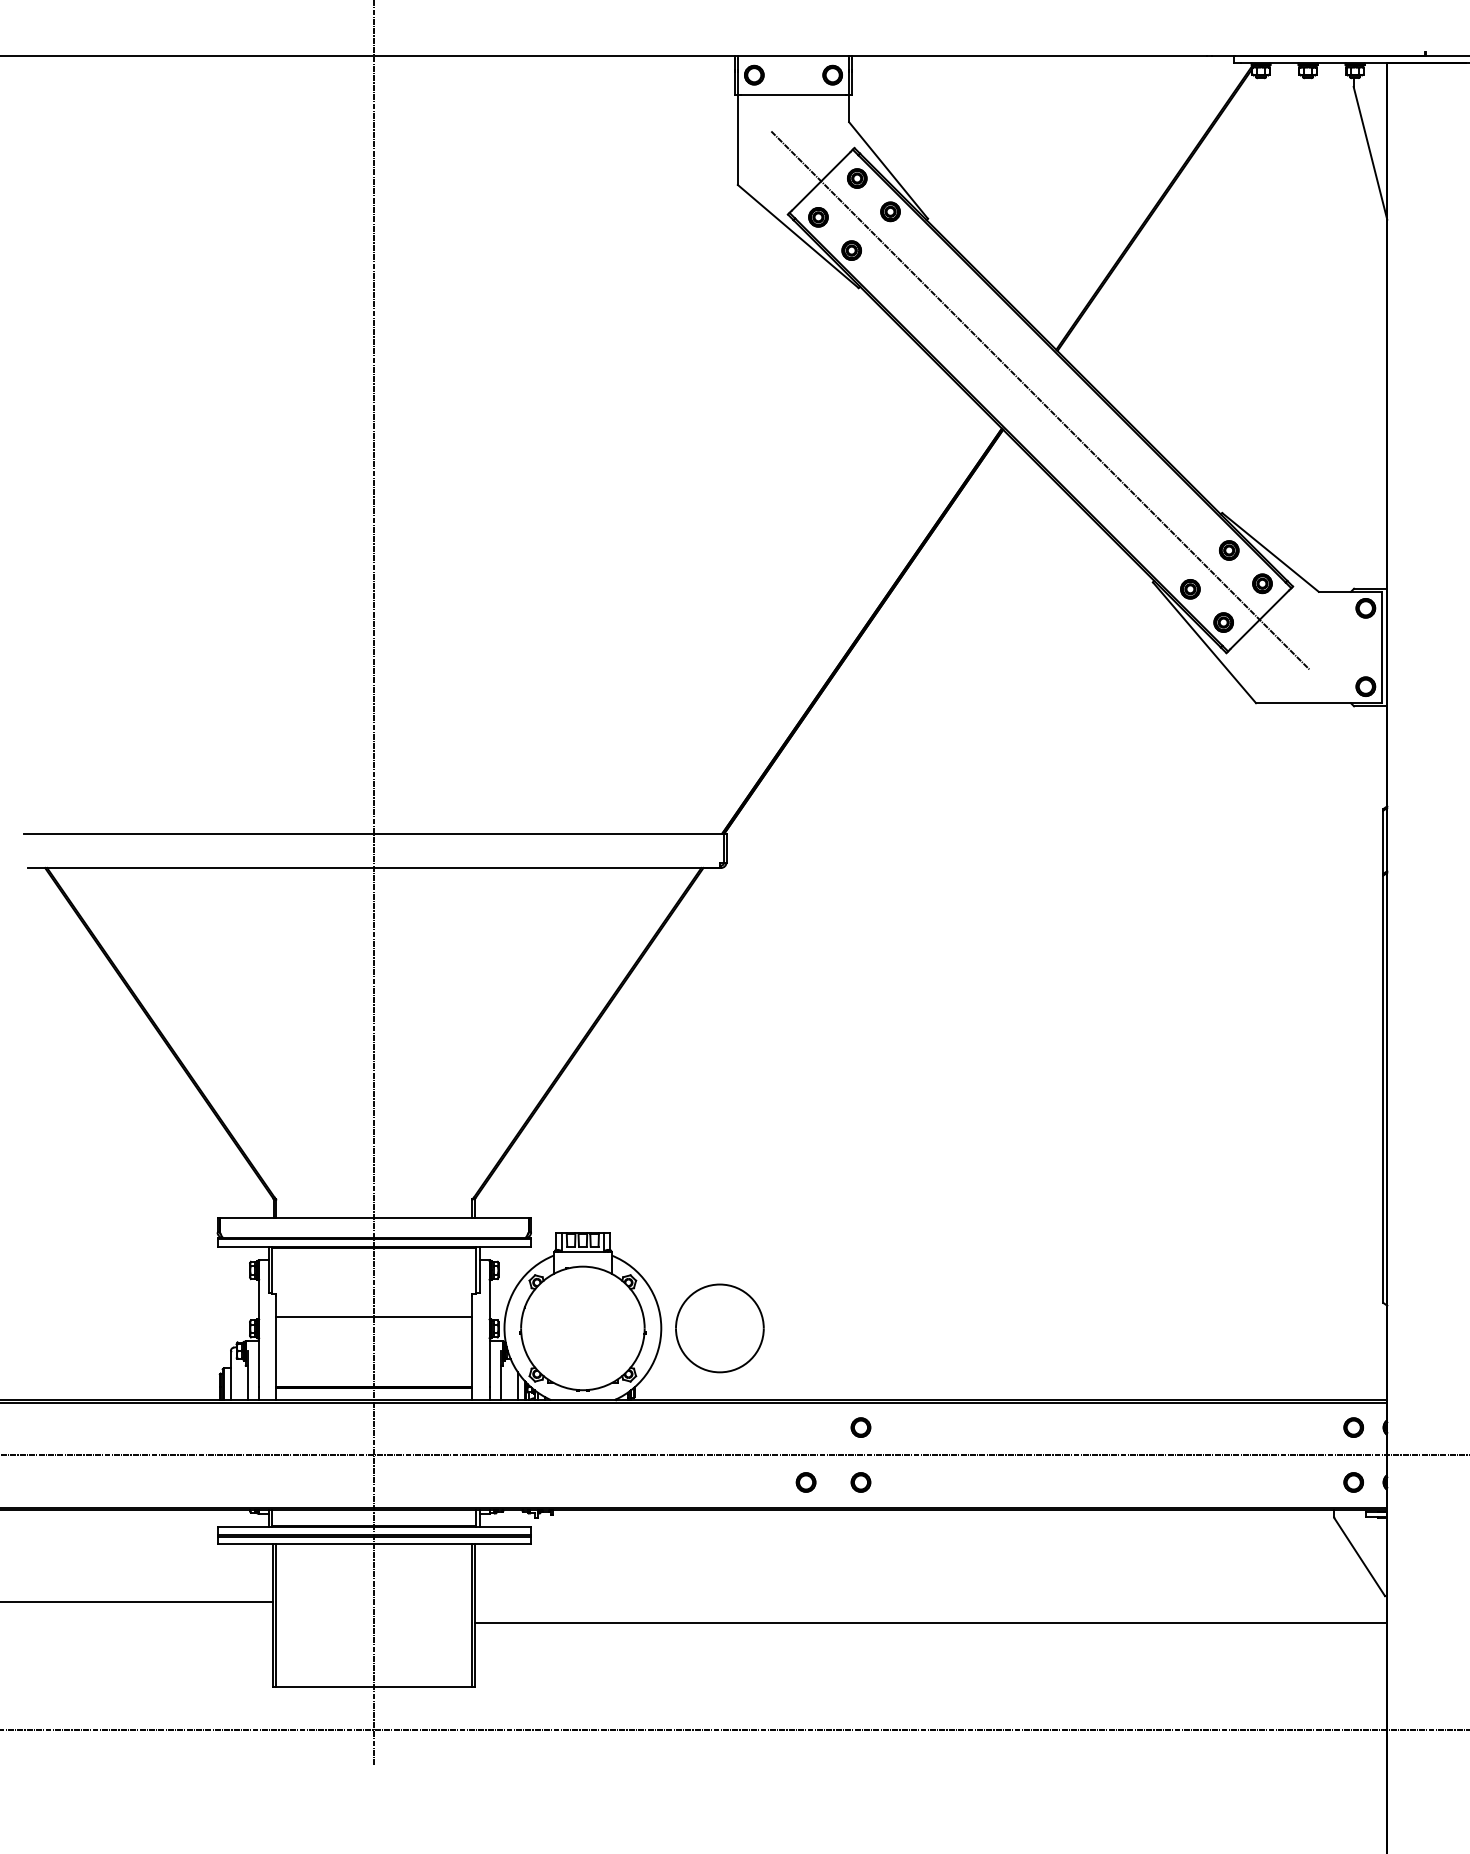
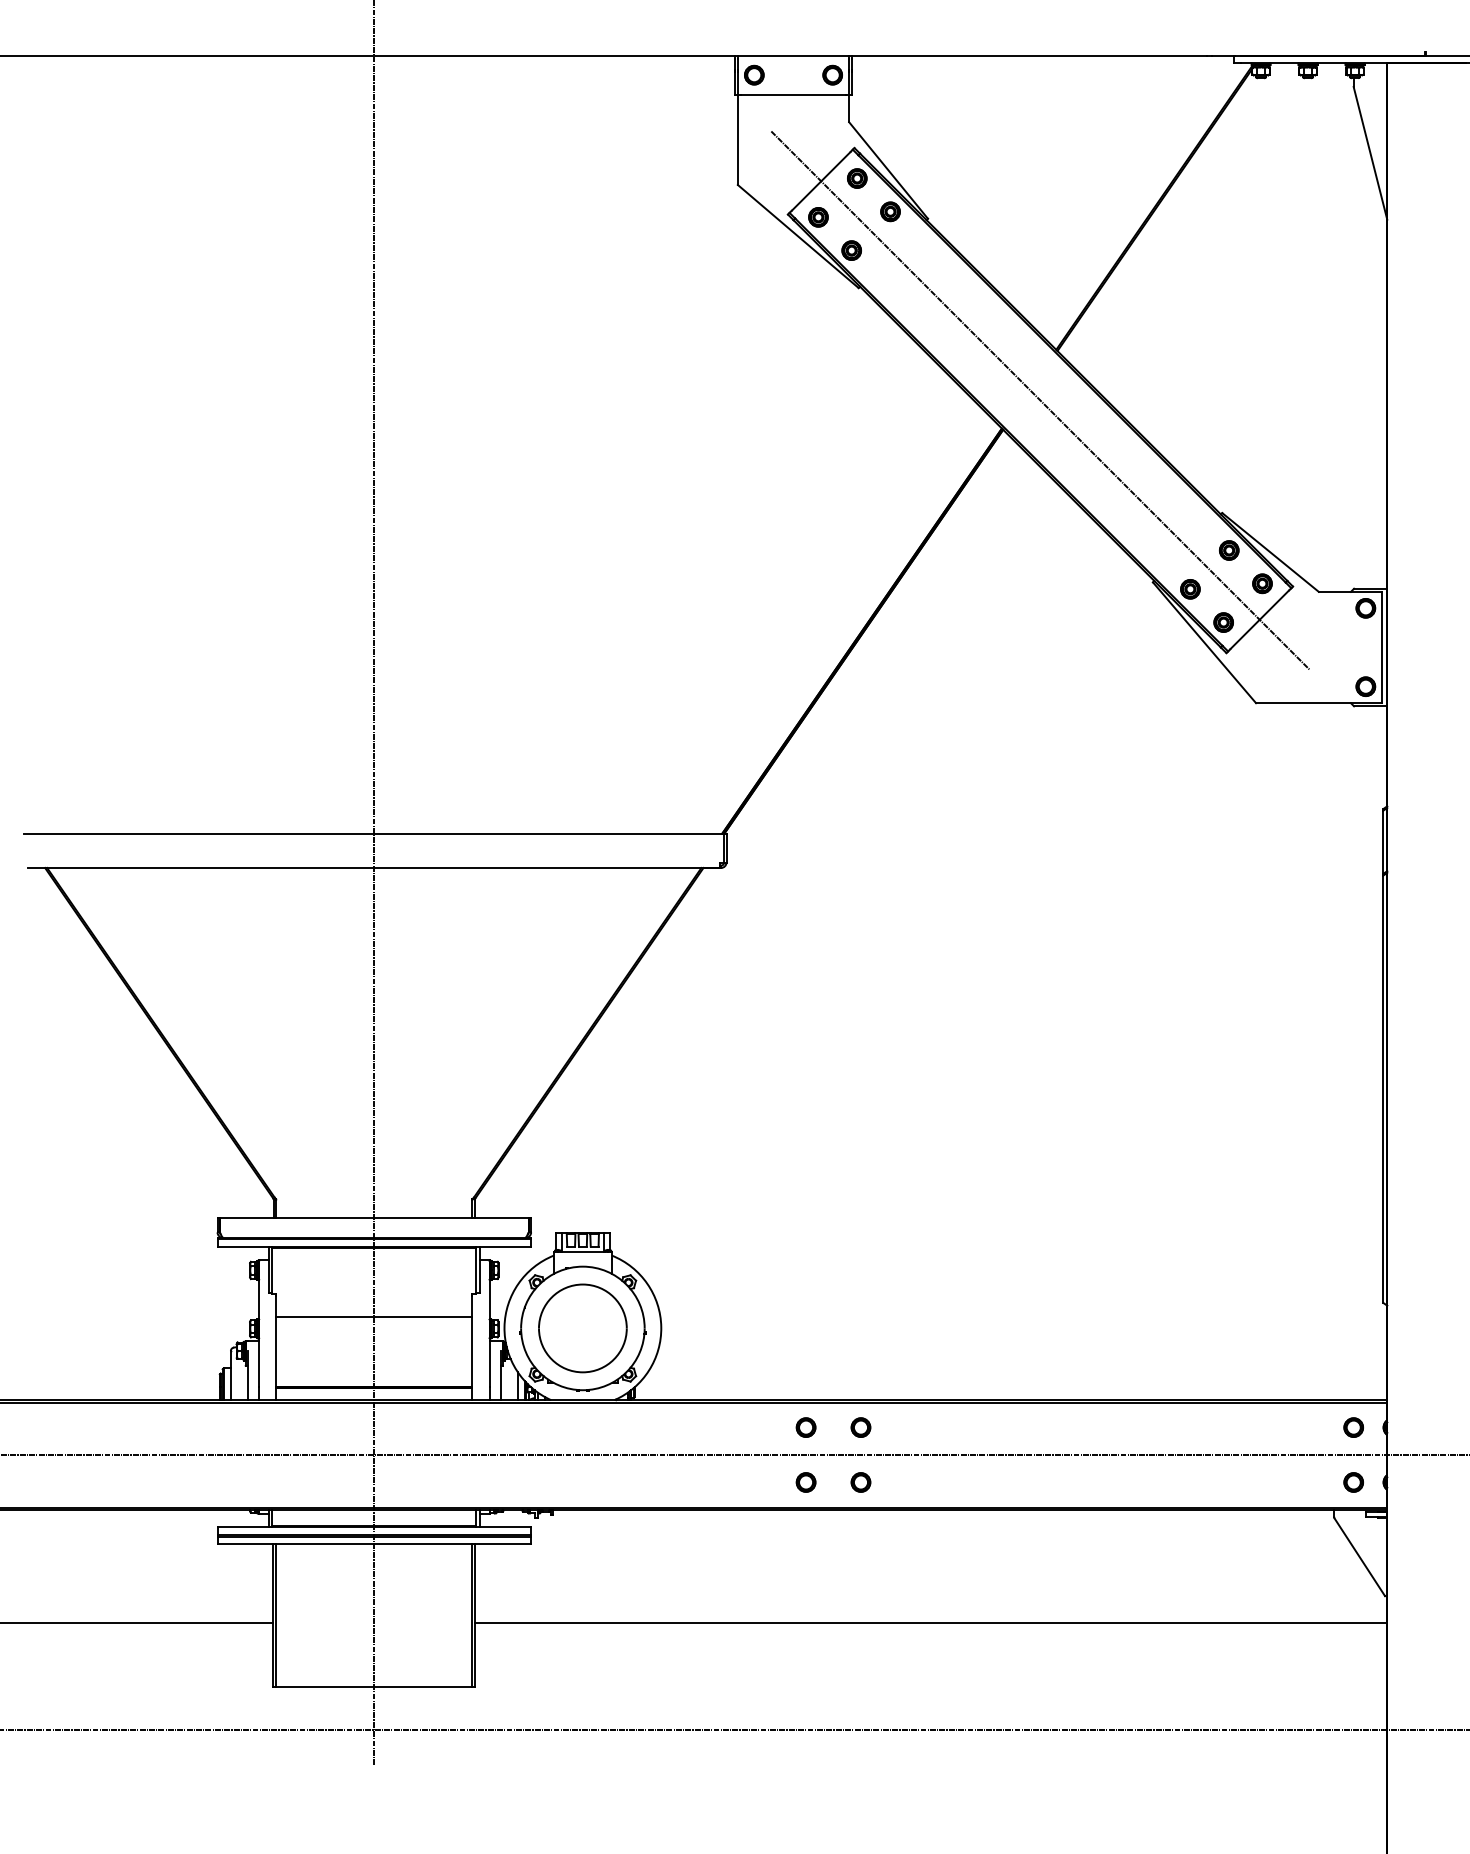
part at (719, 1328) position: (719, 1328) -> (582, 1328)
part at (805, 1427): none -> present
line at (137, 1601) position: (137, 1601) -> (137, 1622)
